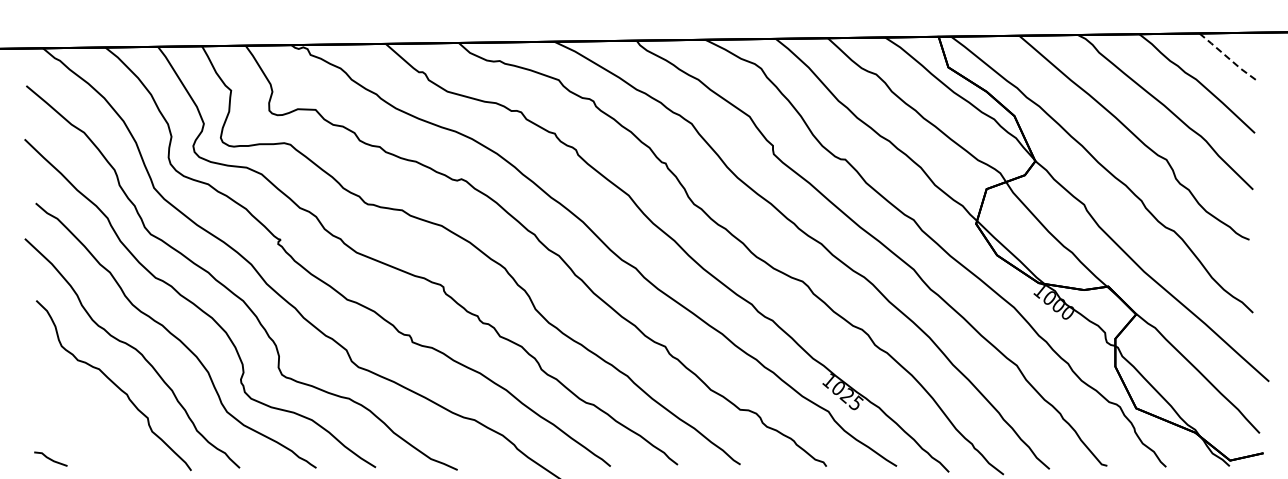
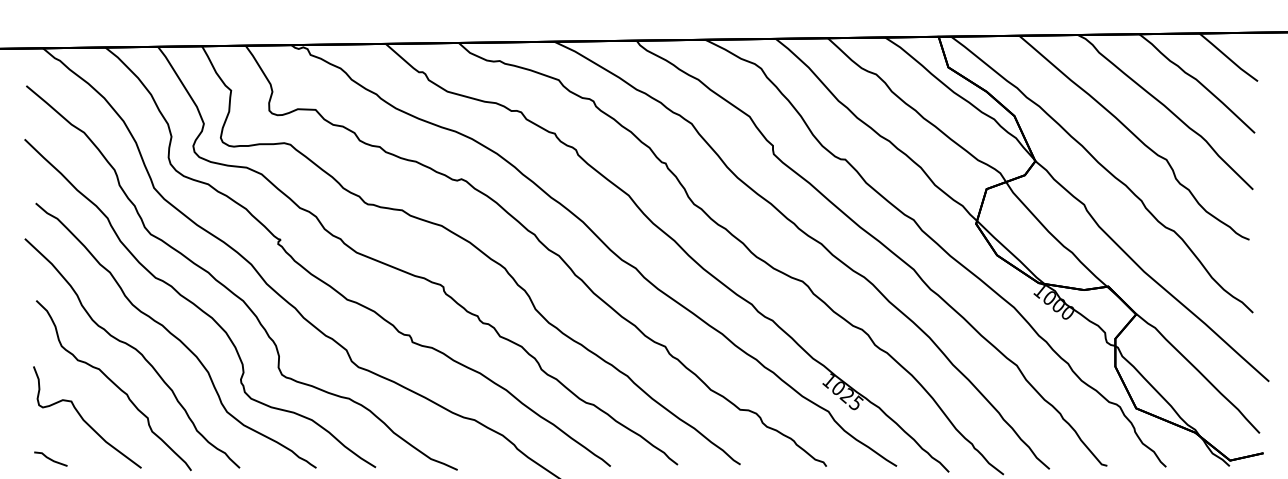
line at (1228, 58): dashed -> solid
curve at (84, 419): none -> present
